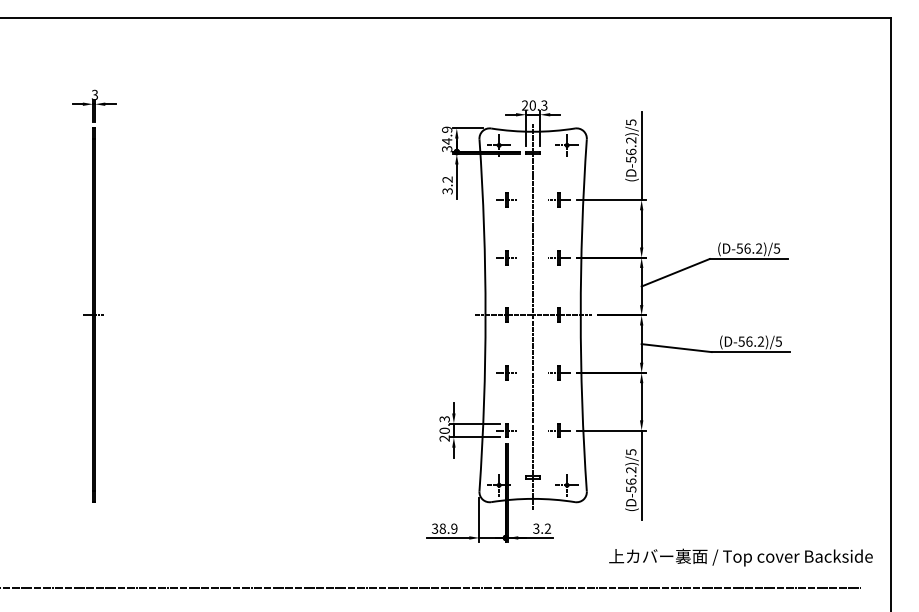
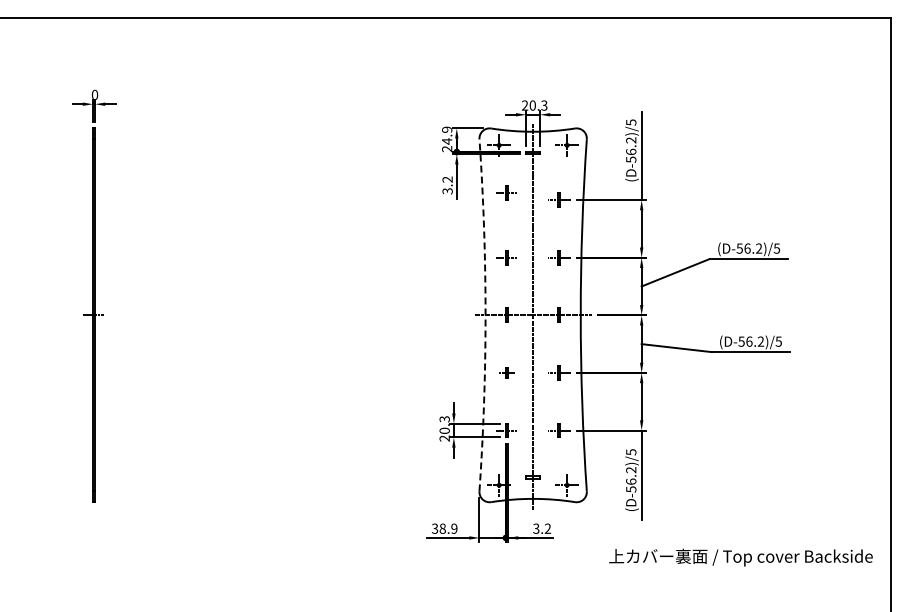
text at (94, 94): 3 -> 0
text at (447, 149): 34.9 -> 24.9
part at (506, 199) position: (506, 199) -> (506, 192)
arc at (485, 315): solid -> dashed
part at (506, 372) size: 21x16 px -> 16x12 px
line at (431, 587): present -> none
